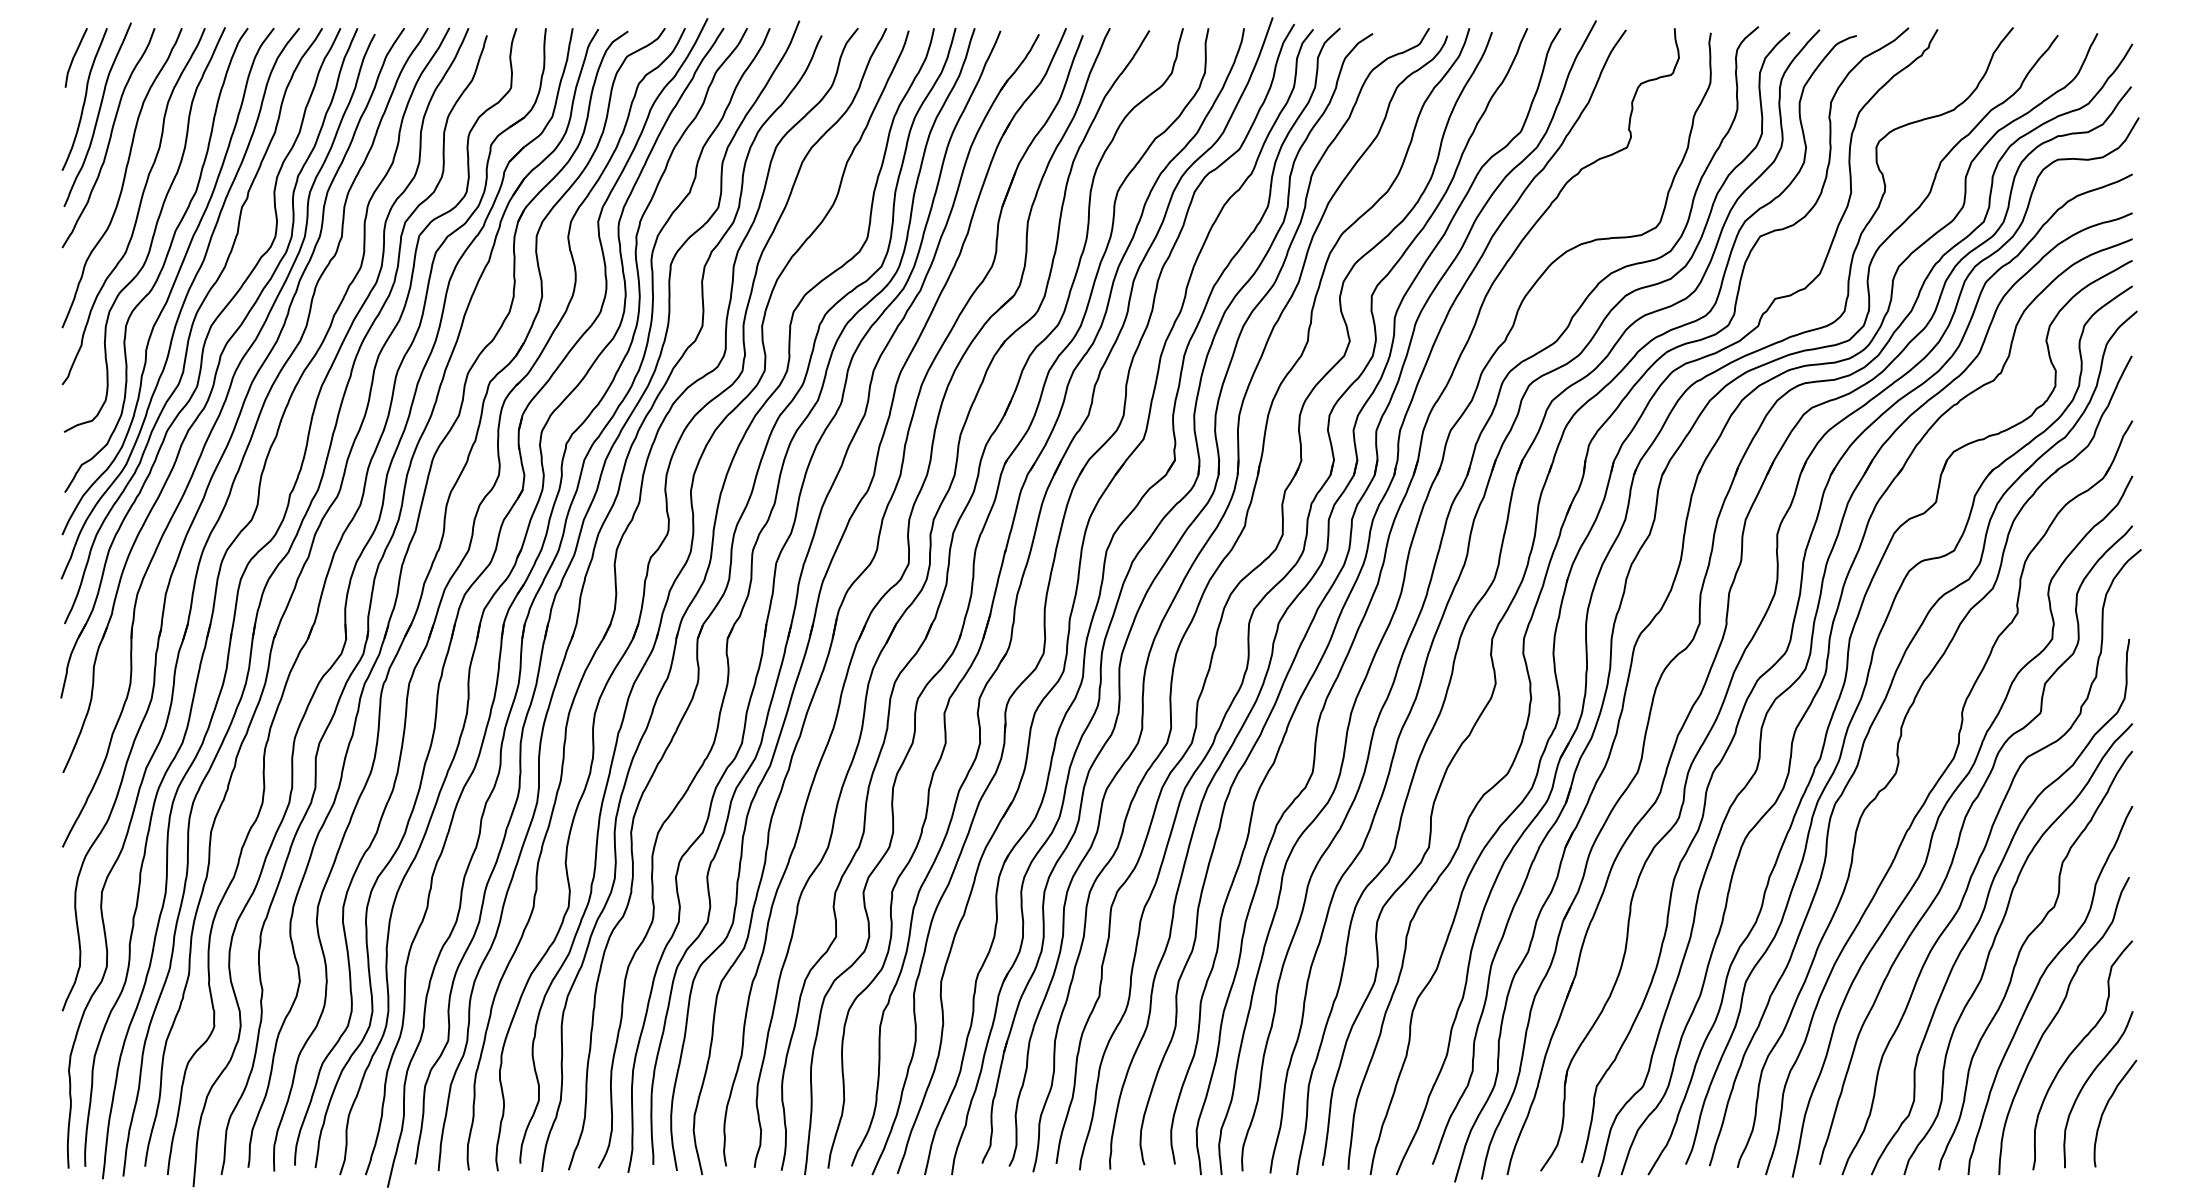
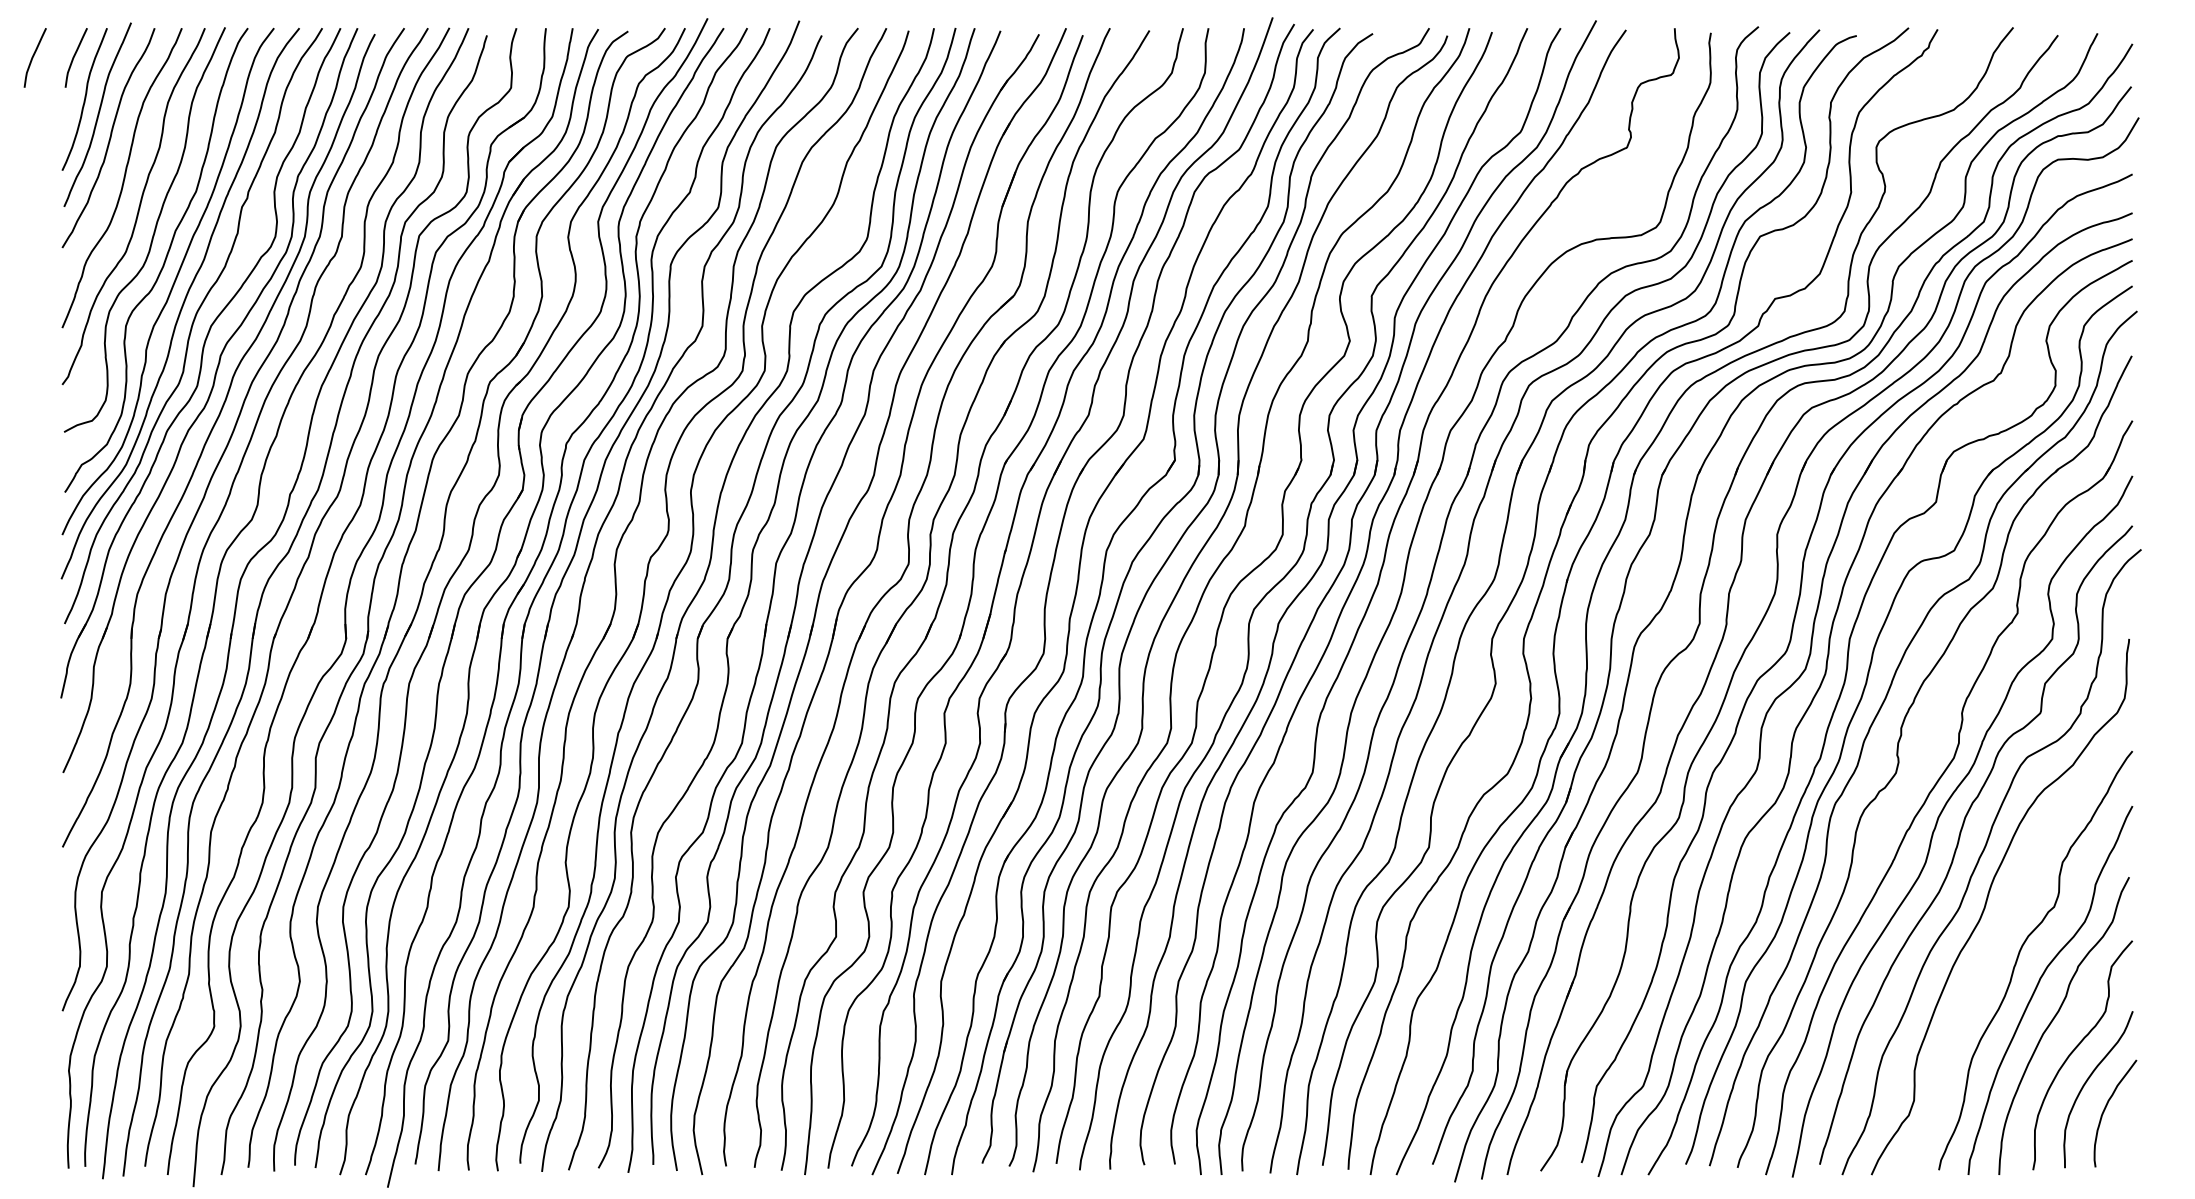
curve at (34, 56): none -> present
curve at (1995, 940): present -> none
